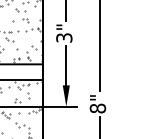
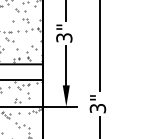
text at (97, 108): 8" -> 3"
